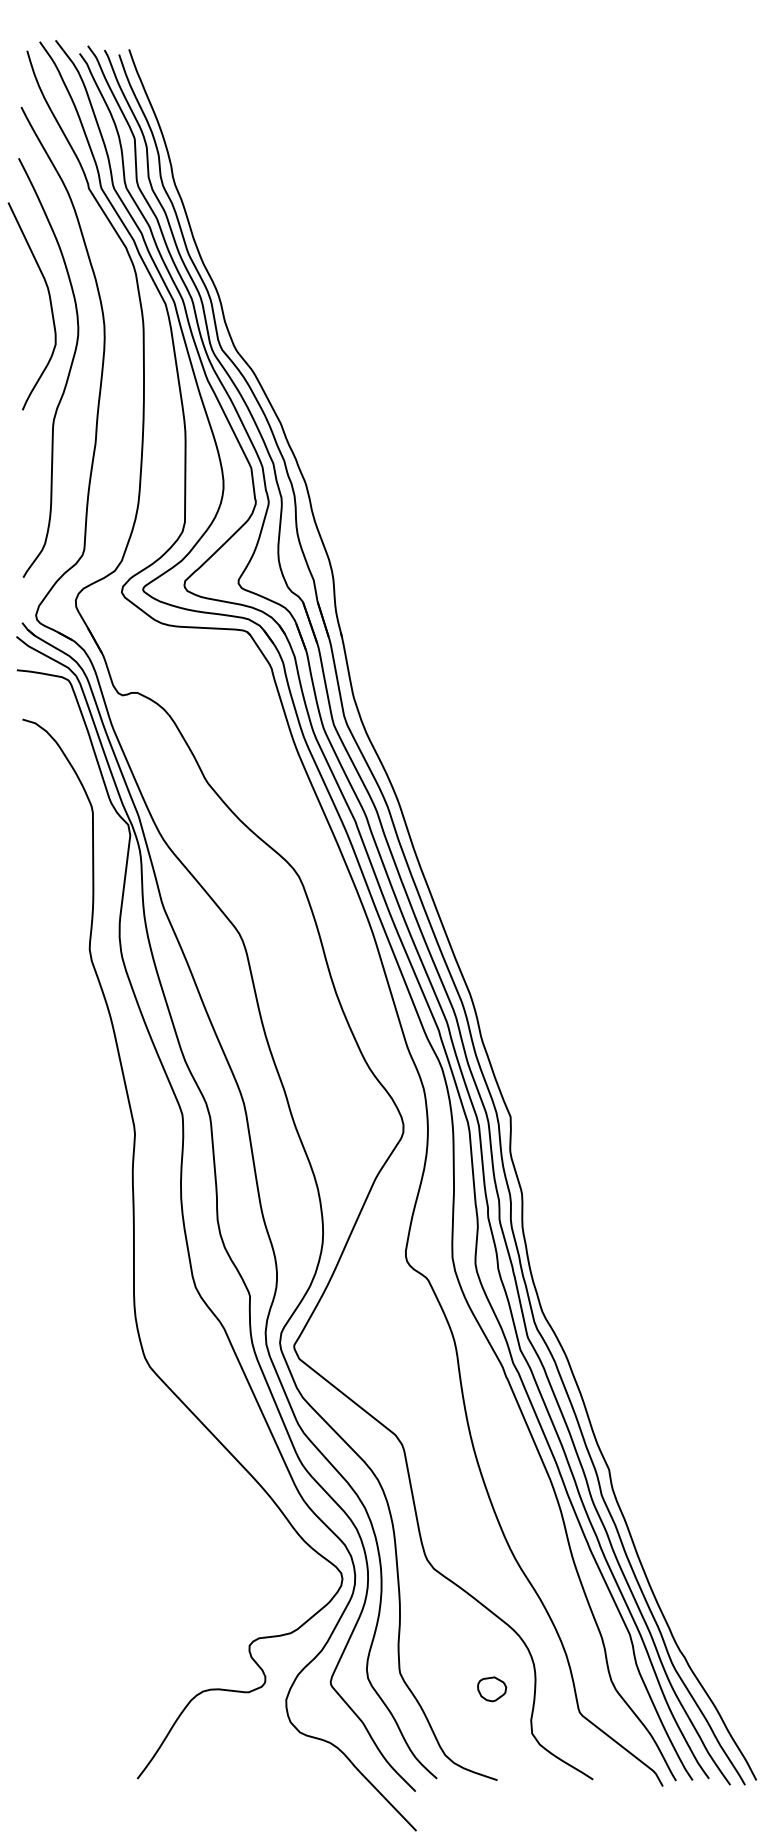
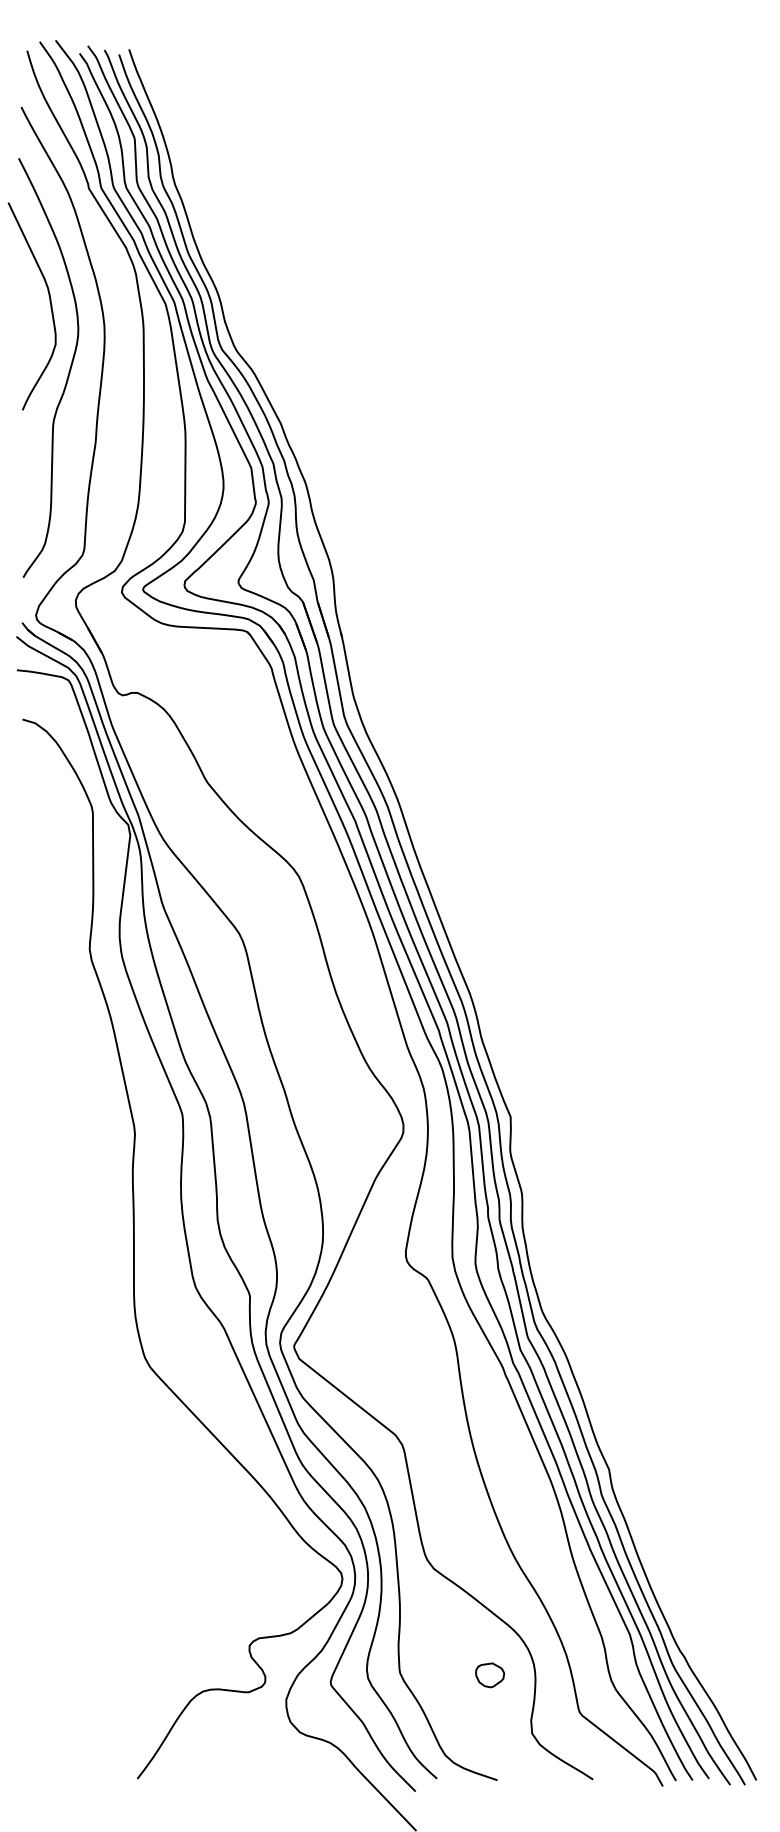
part at (492, 1689) position: (492, 1689) -> (490, 1675)
